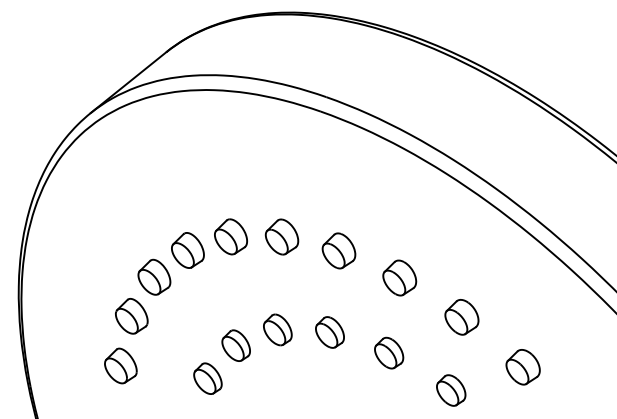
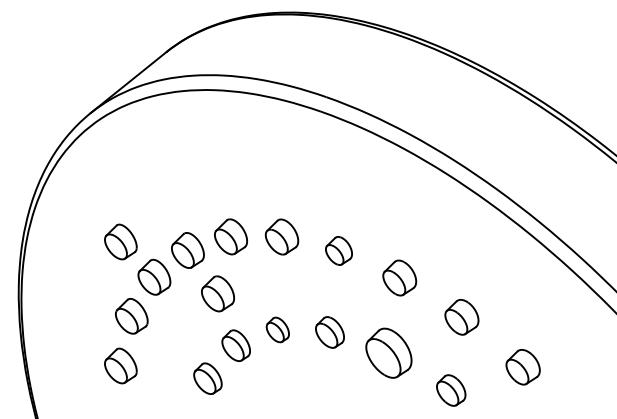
part at (120, 241): none -> present
part at (338, 250) size: 36x38 px -> 28x30 px
part at (217, 293): none -> present
part at (277, 329) size: 30x34 px -> 25x28 px
part at (389, 352) size: 31x34 px -> 48x52 px
